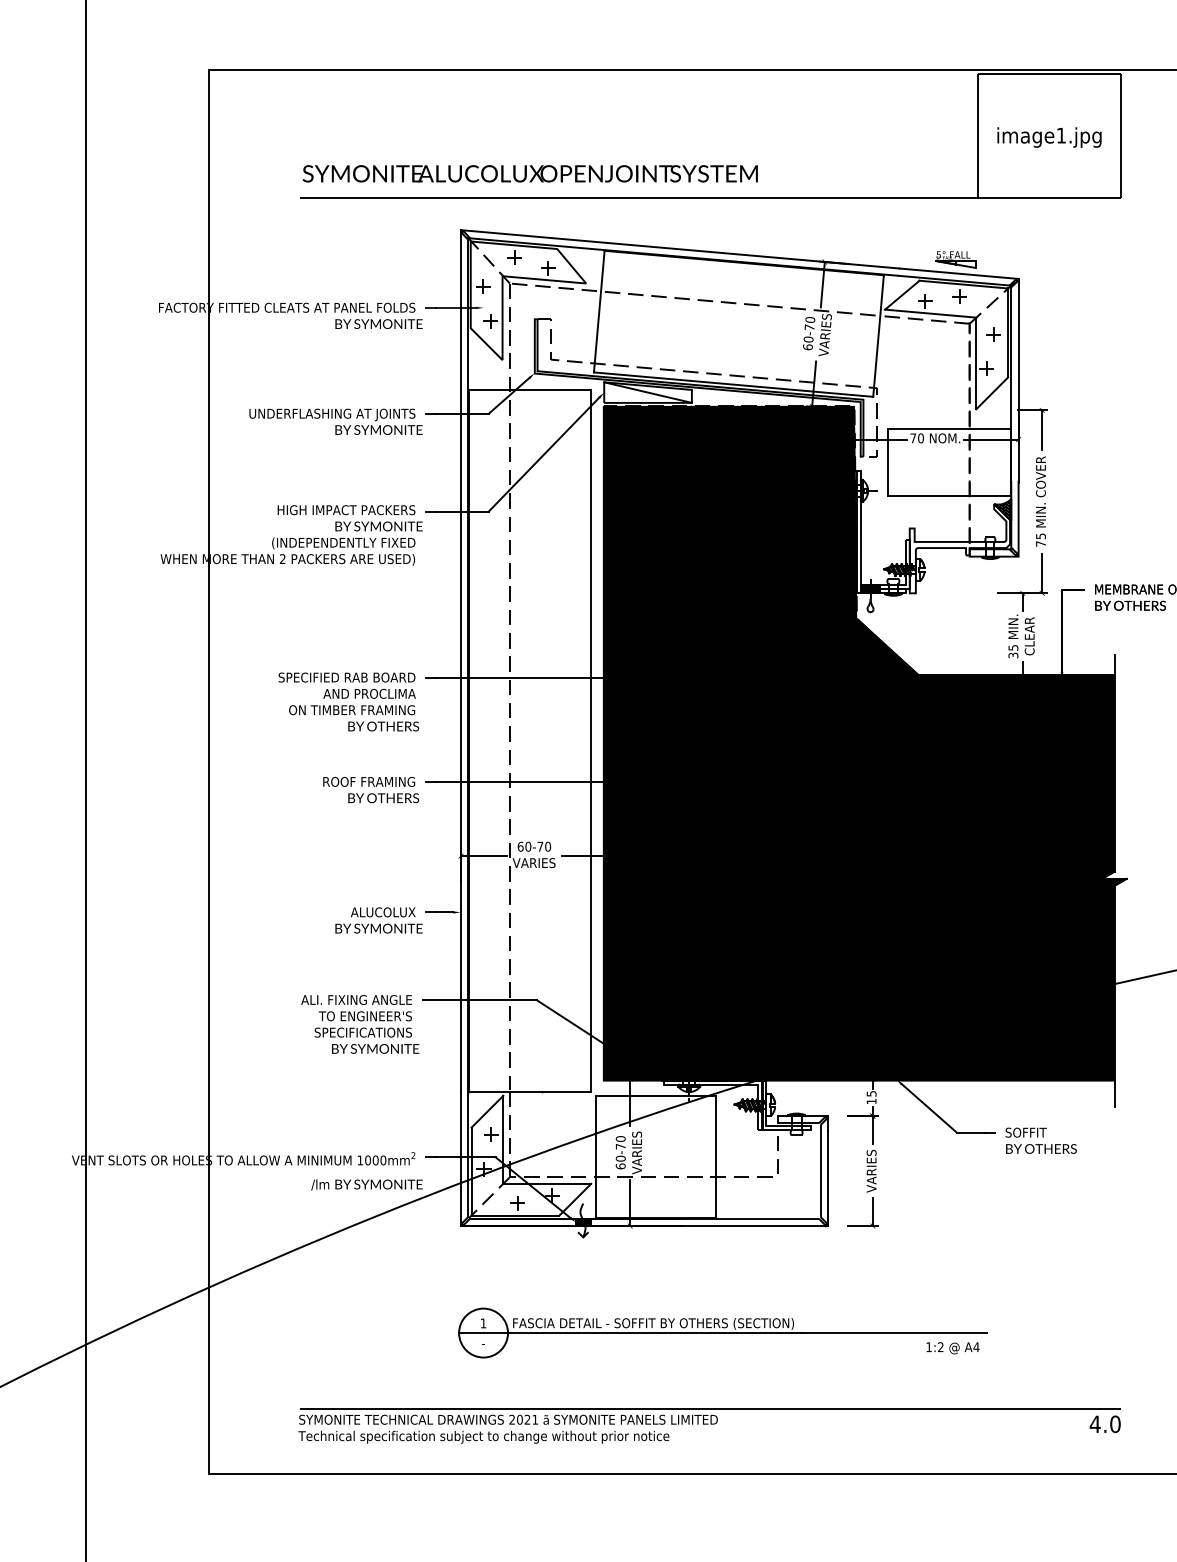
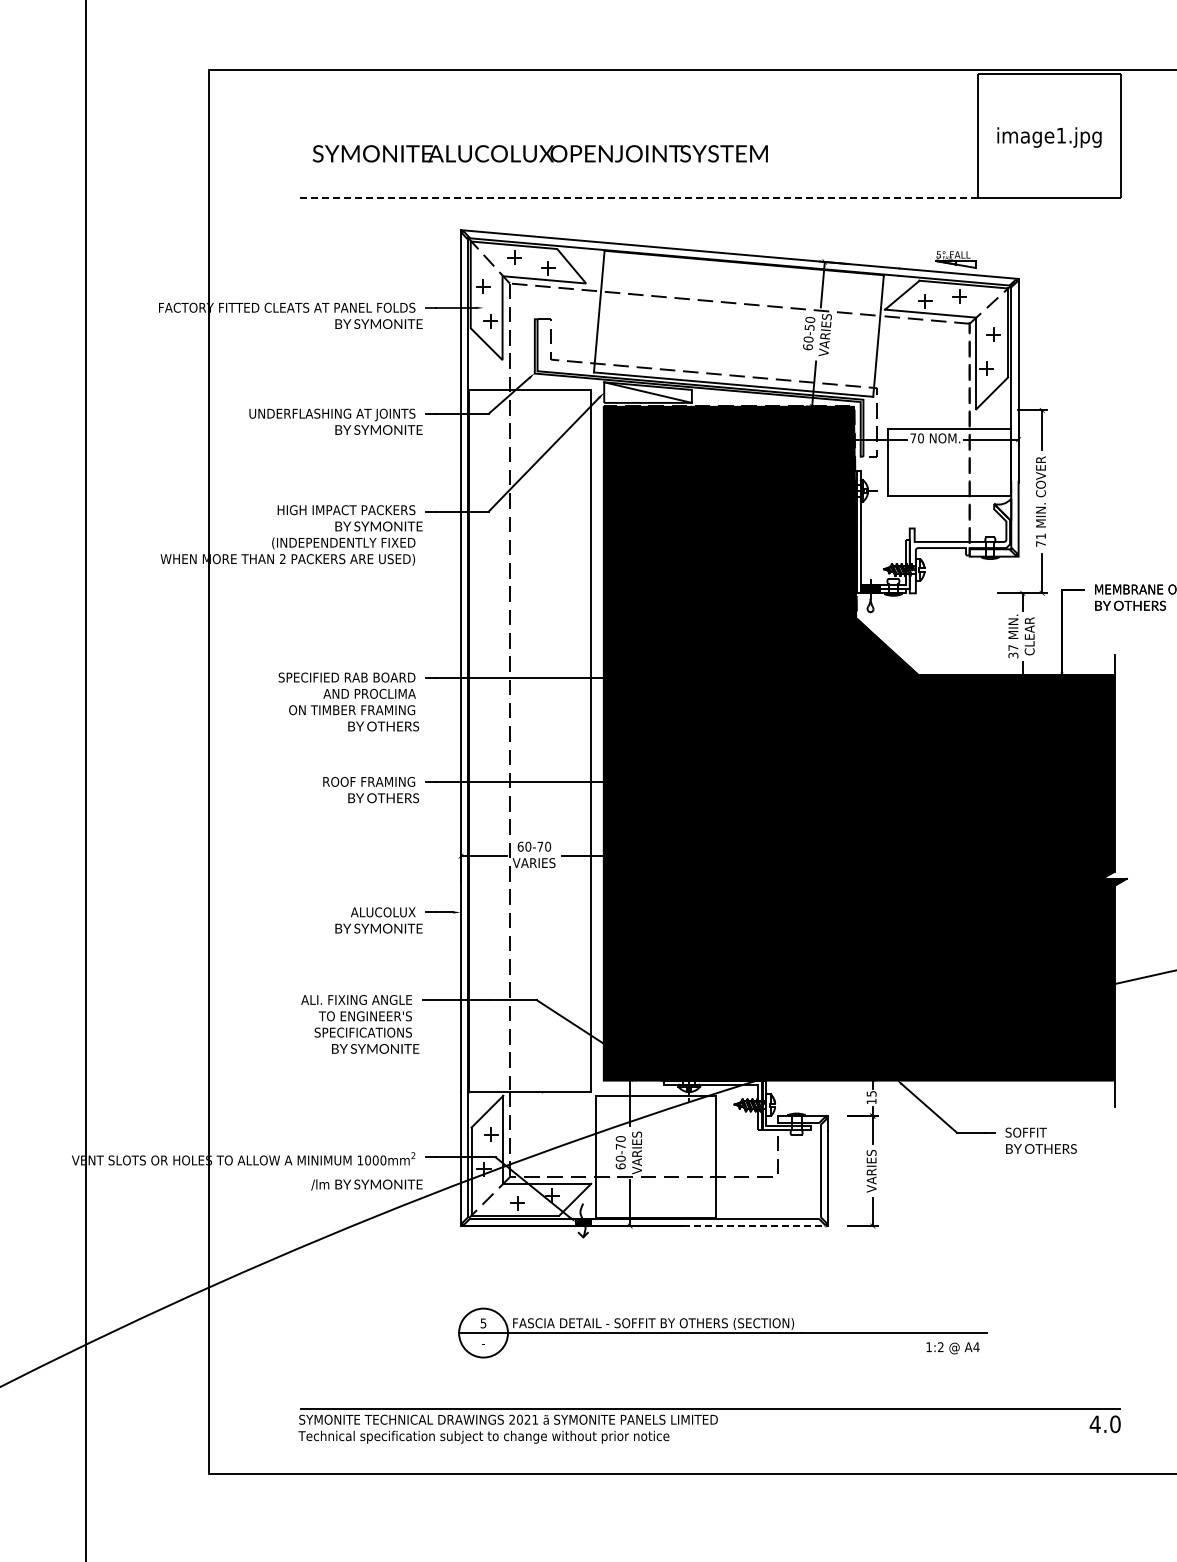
text at (529, 173) position: (529, 173) -> (539, 153)
line at (639, 197): solid -> dashed
text at (809, 327): 60-70 -> 60-50
hatch at (1002, 509): present -> none
text at (1040, 536): 75 -> 71
text at (1013, 647): 35 -> 37
line at (755, 1226): solid -> dashed
text at (483, 1323): 1 -> 5
